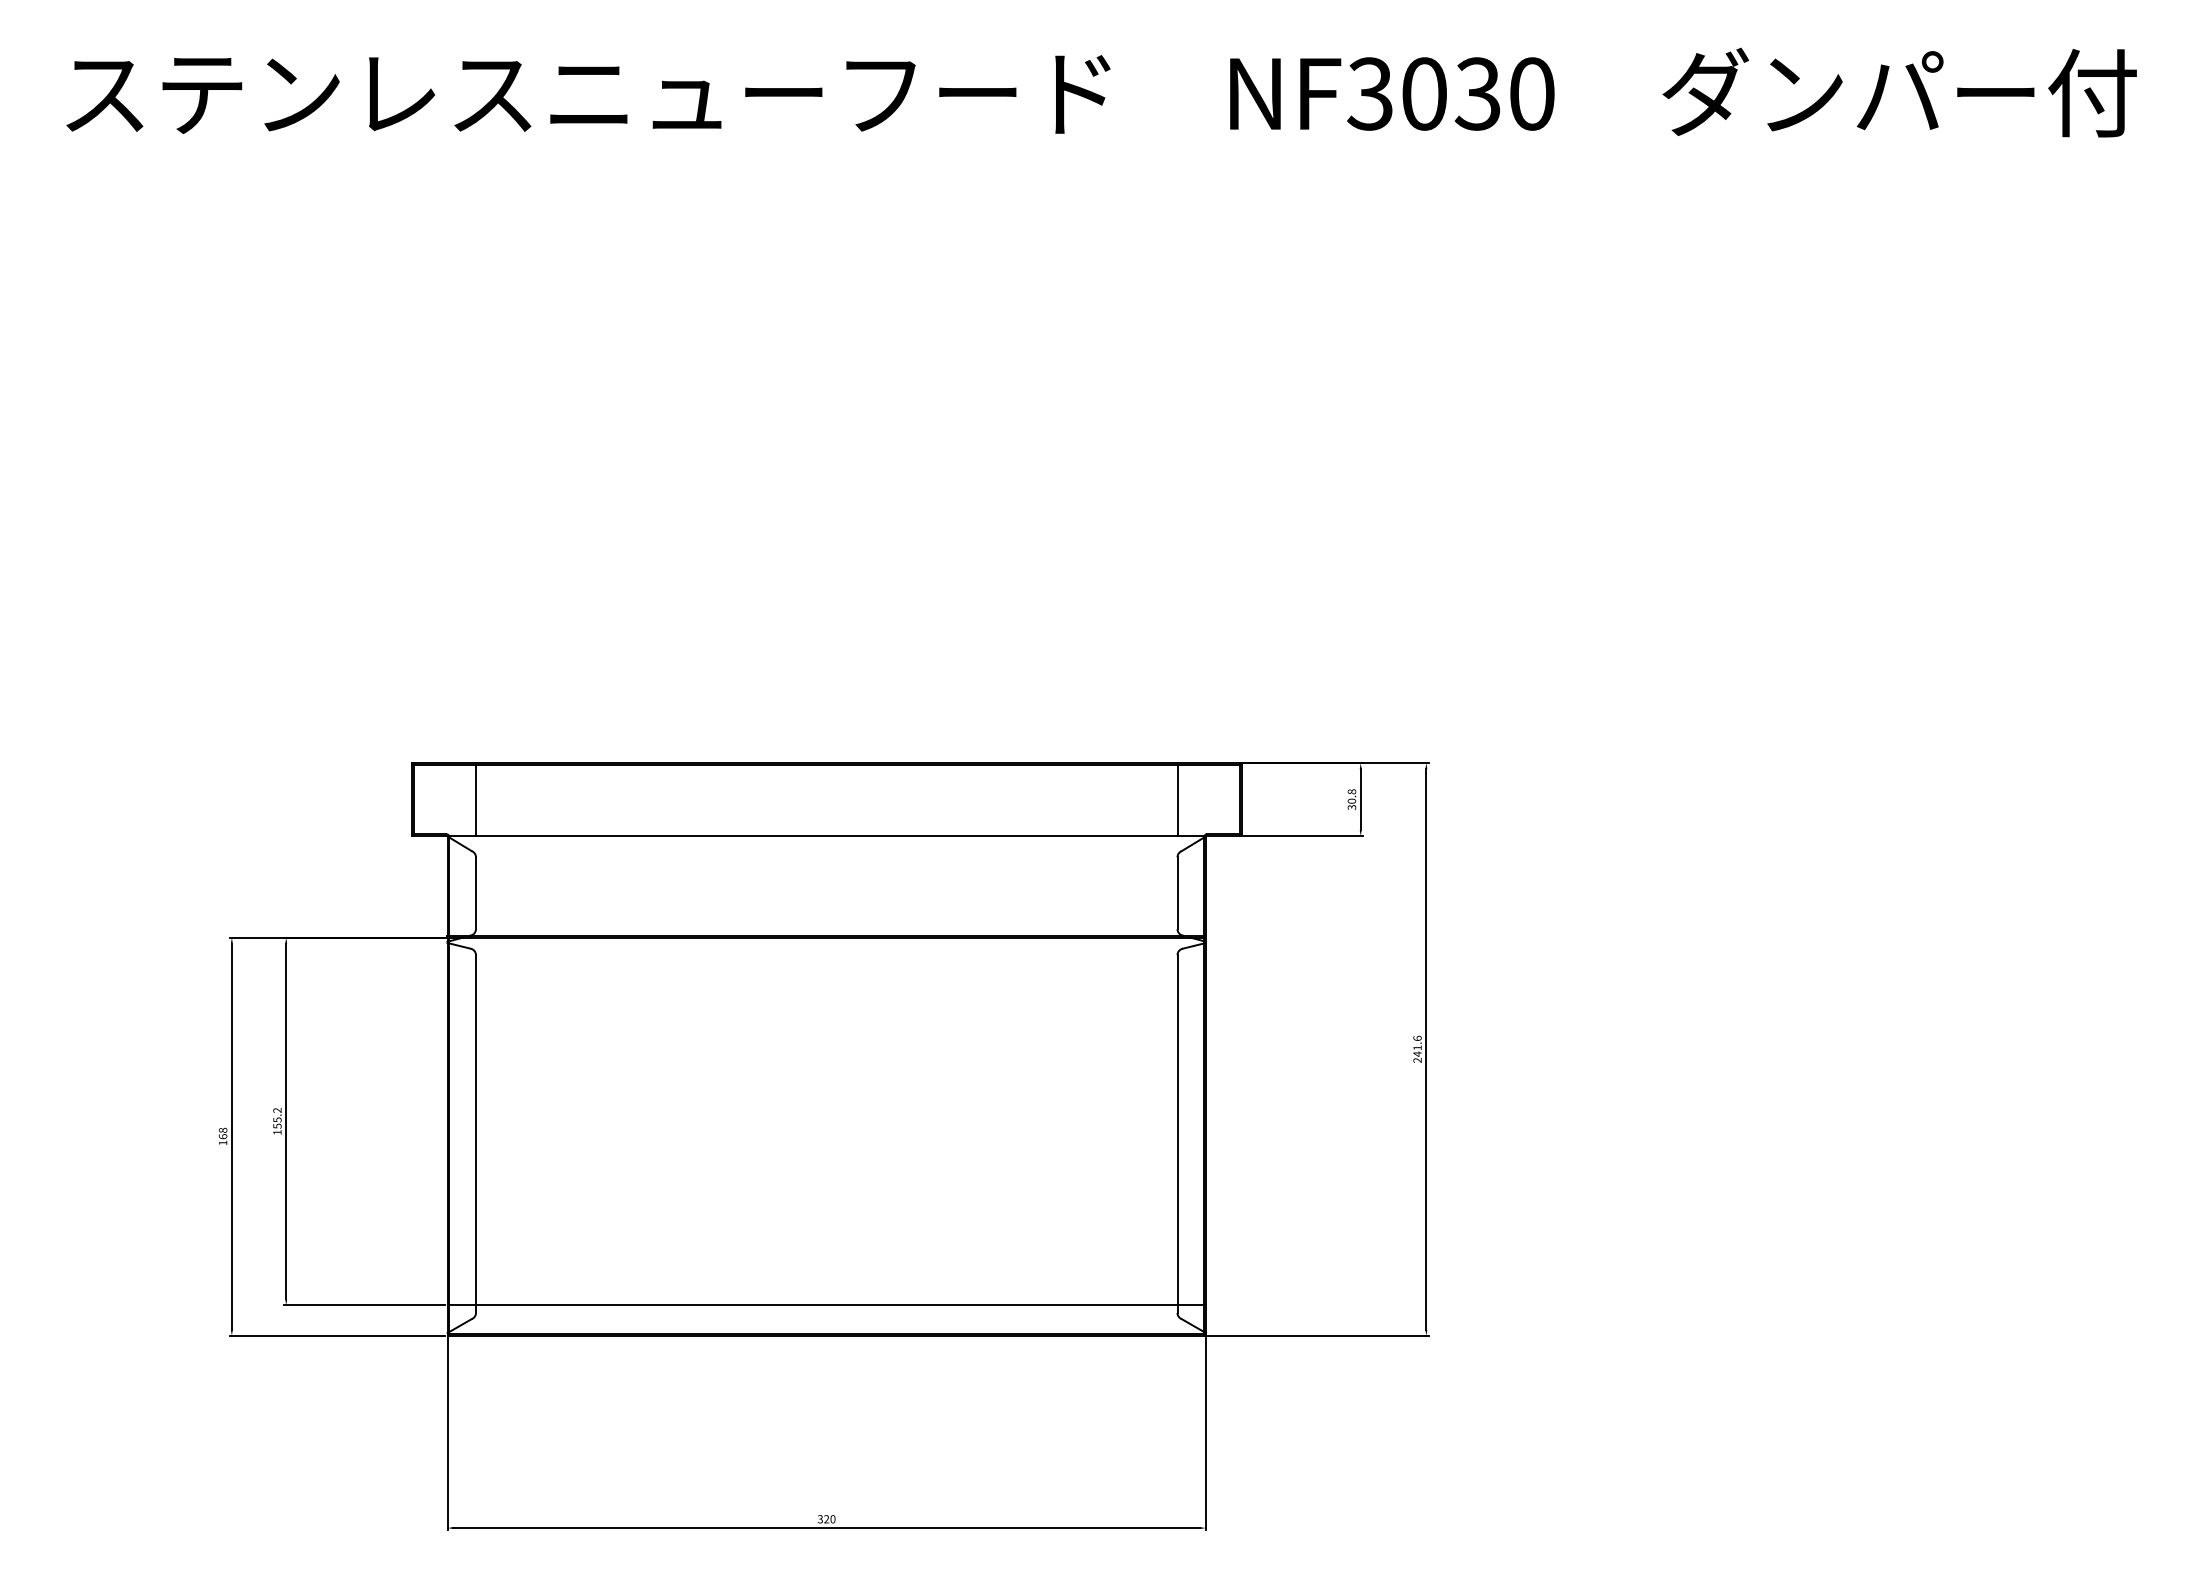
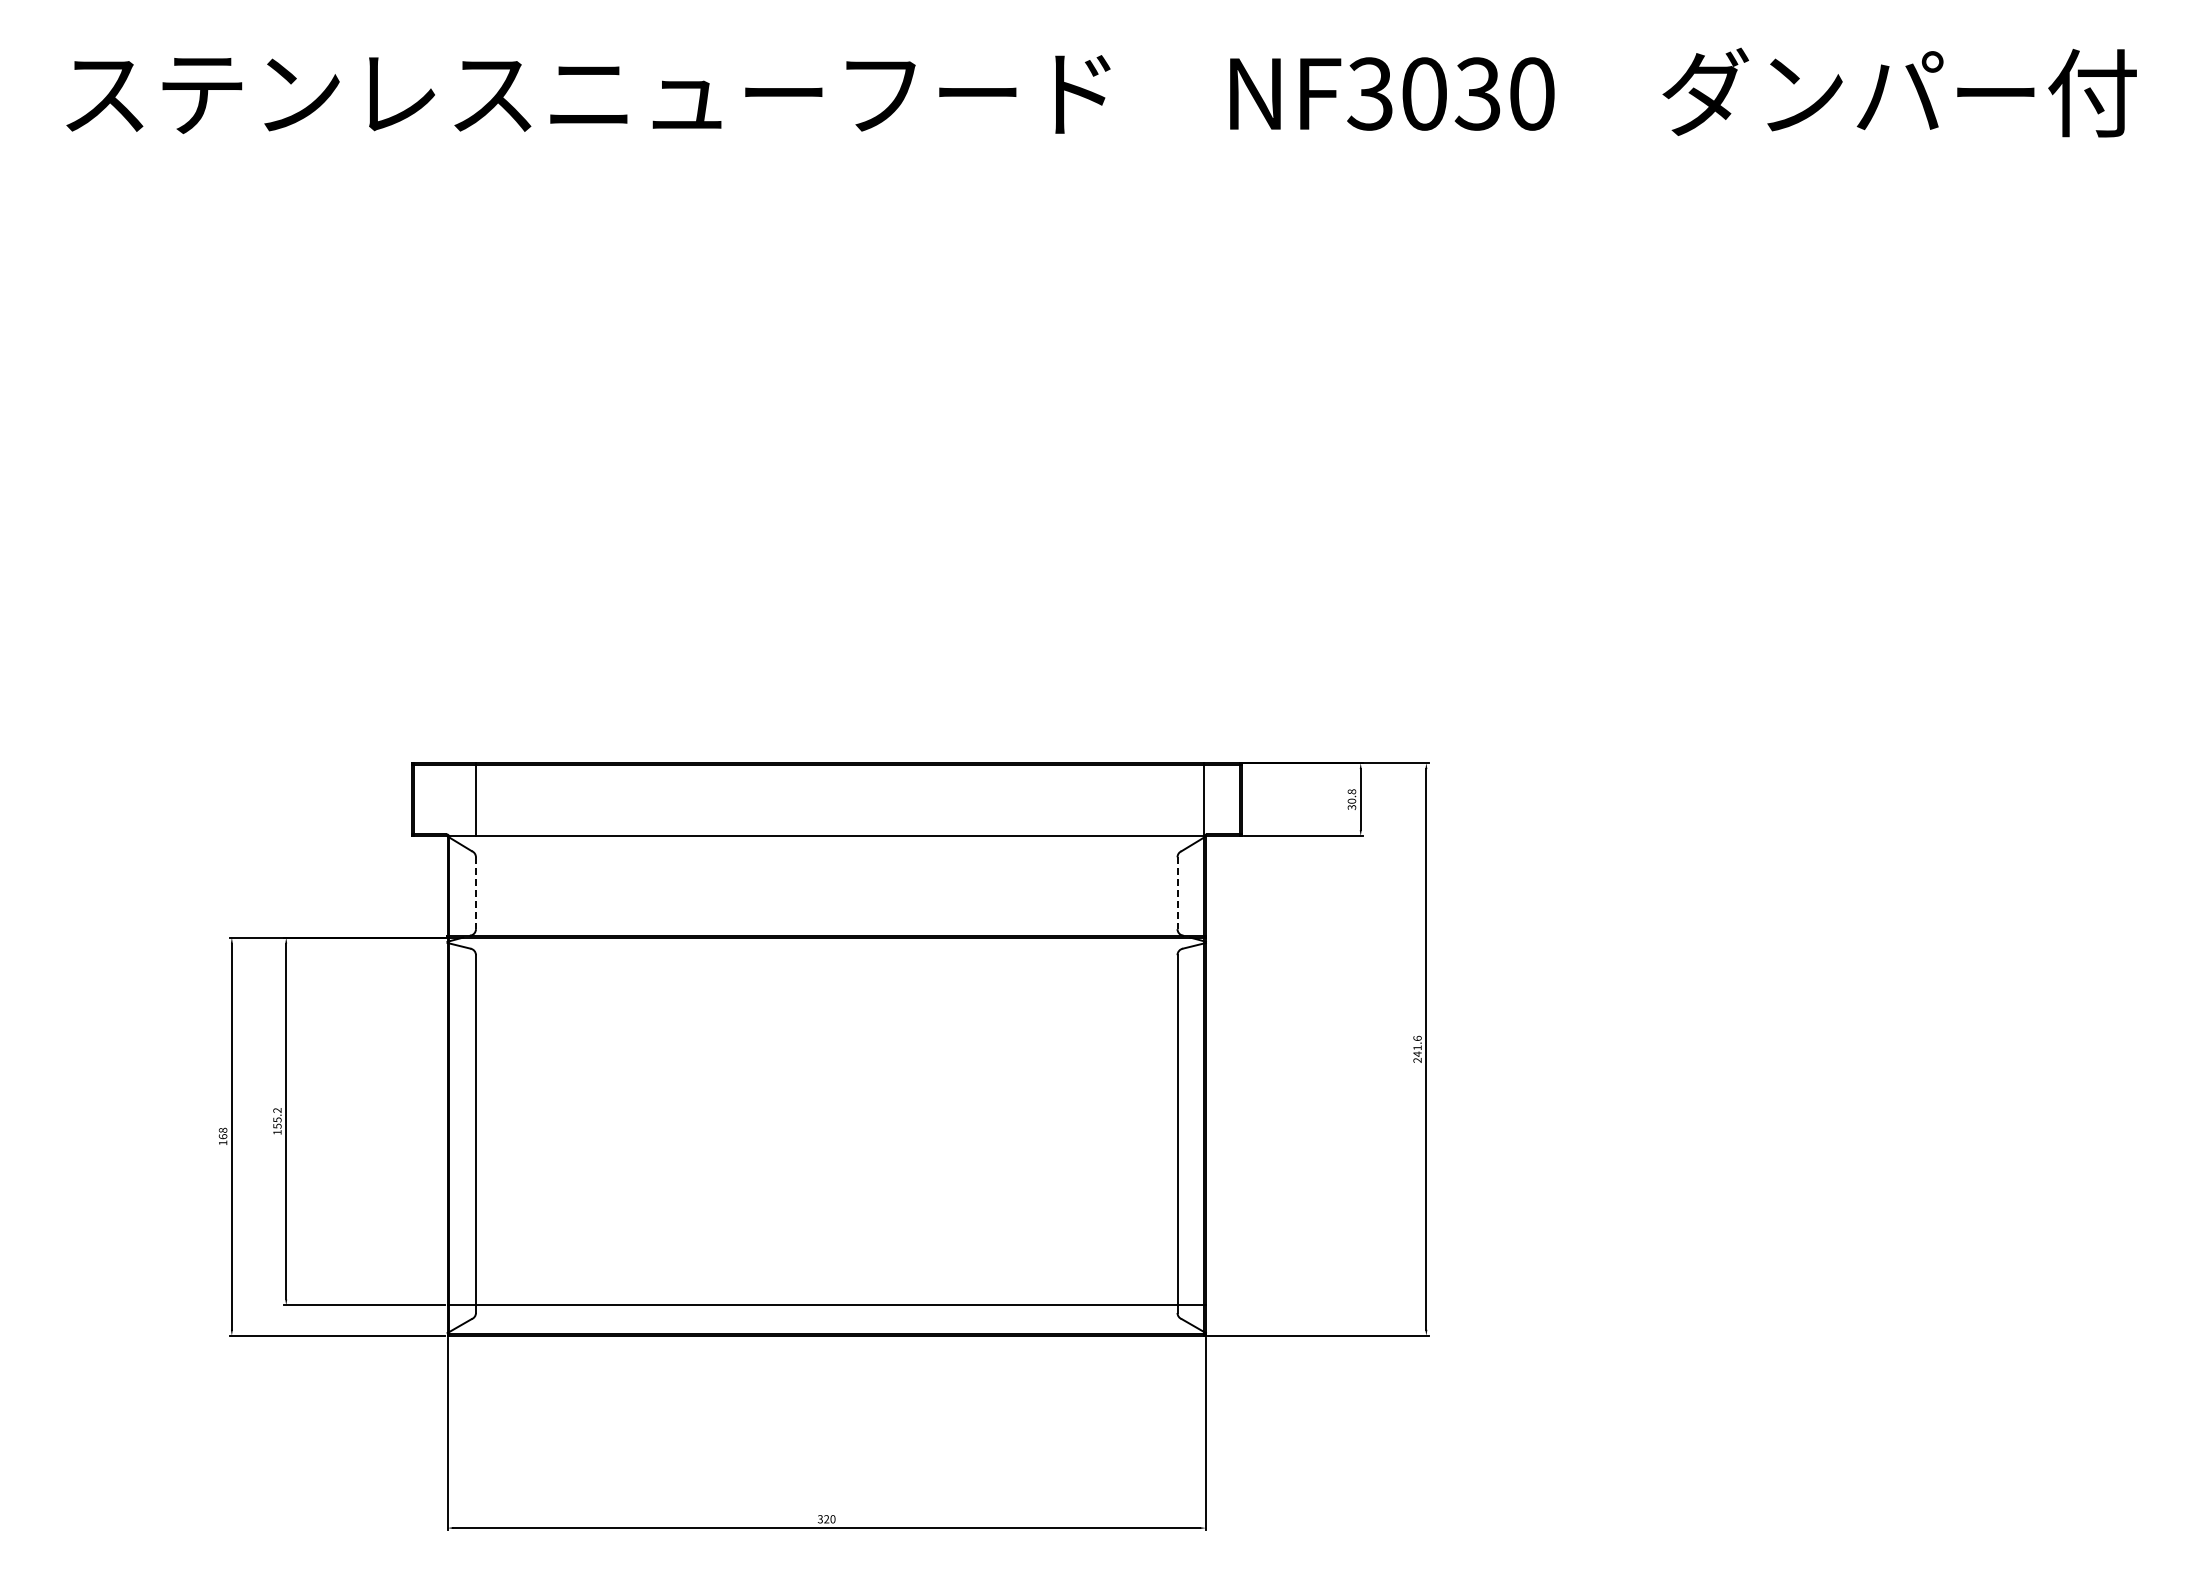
line at (1177, 799) position: (1177, 799) -> (1203, 799)
line at (475, 893): solid -> dashed
line at (1177, 893): solid -> dashed
